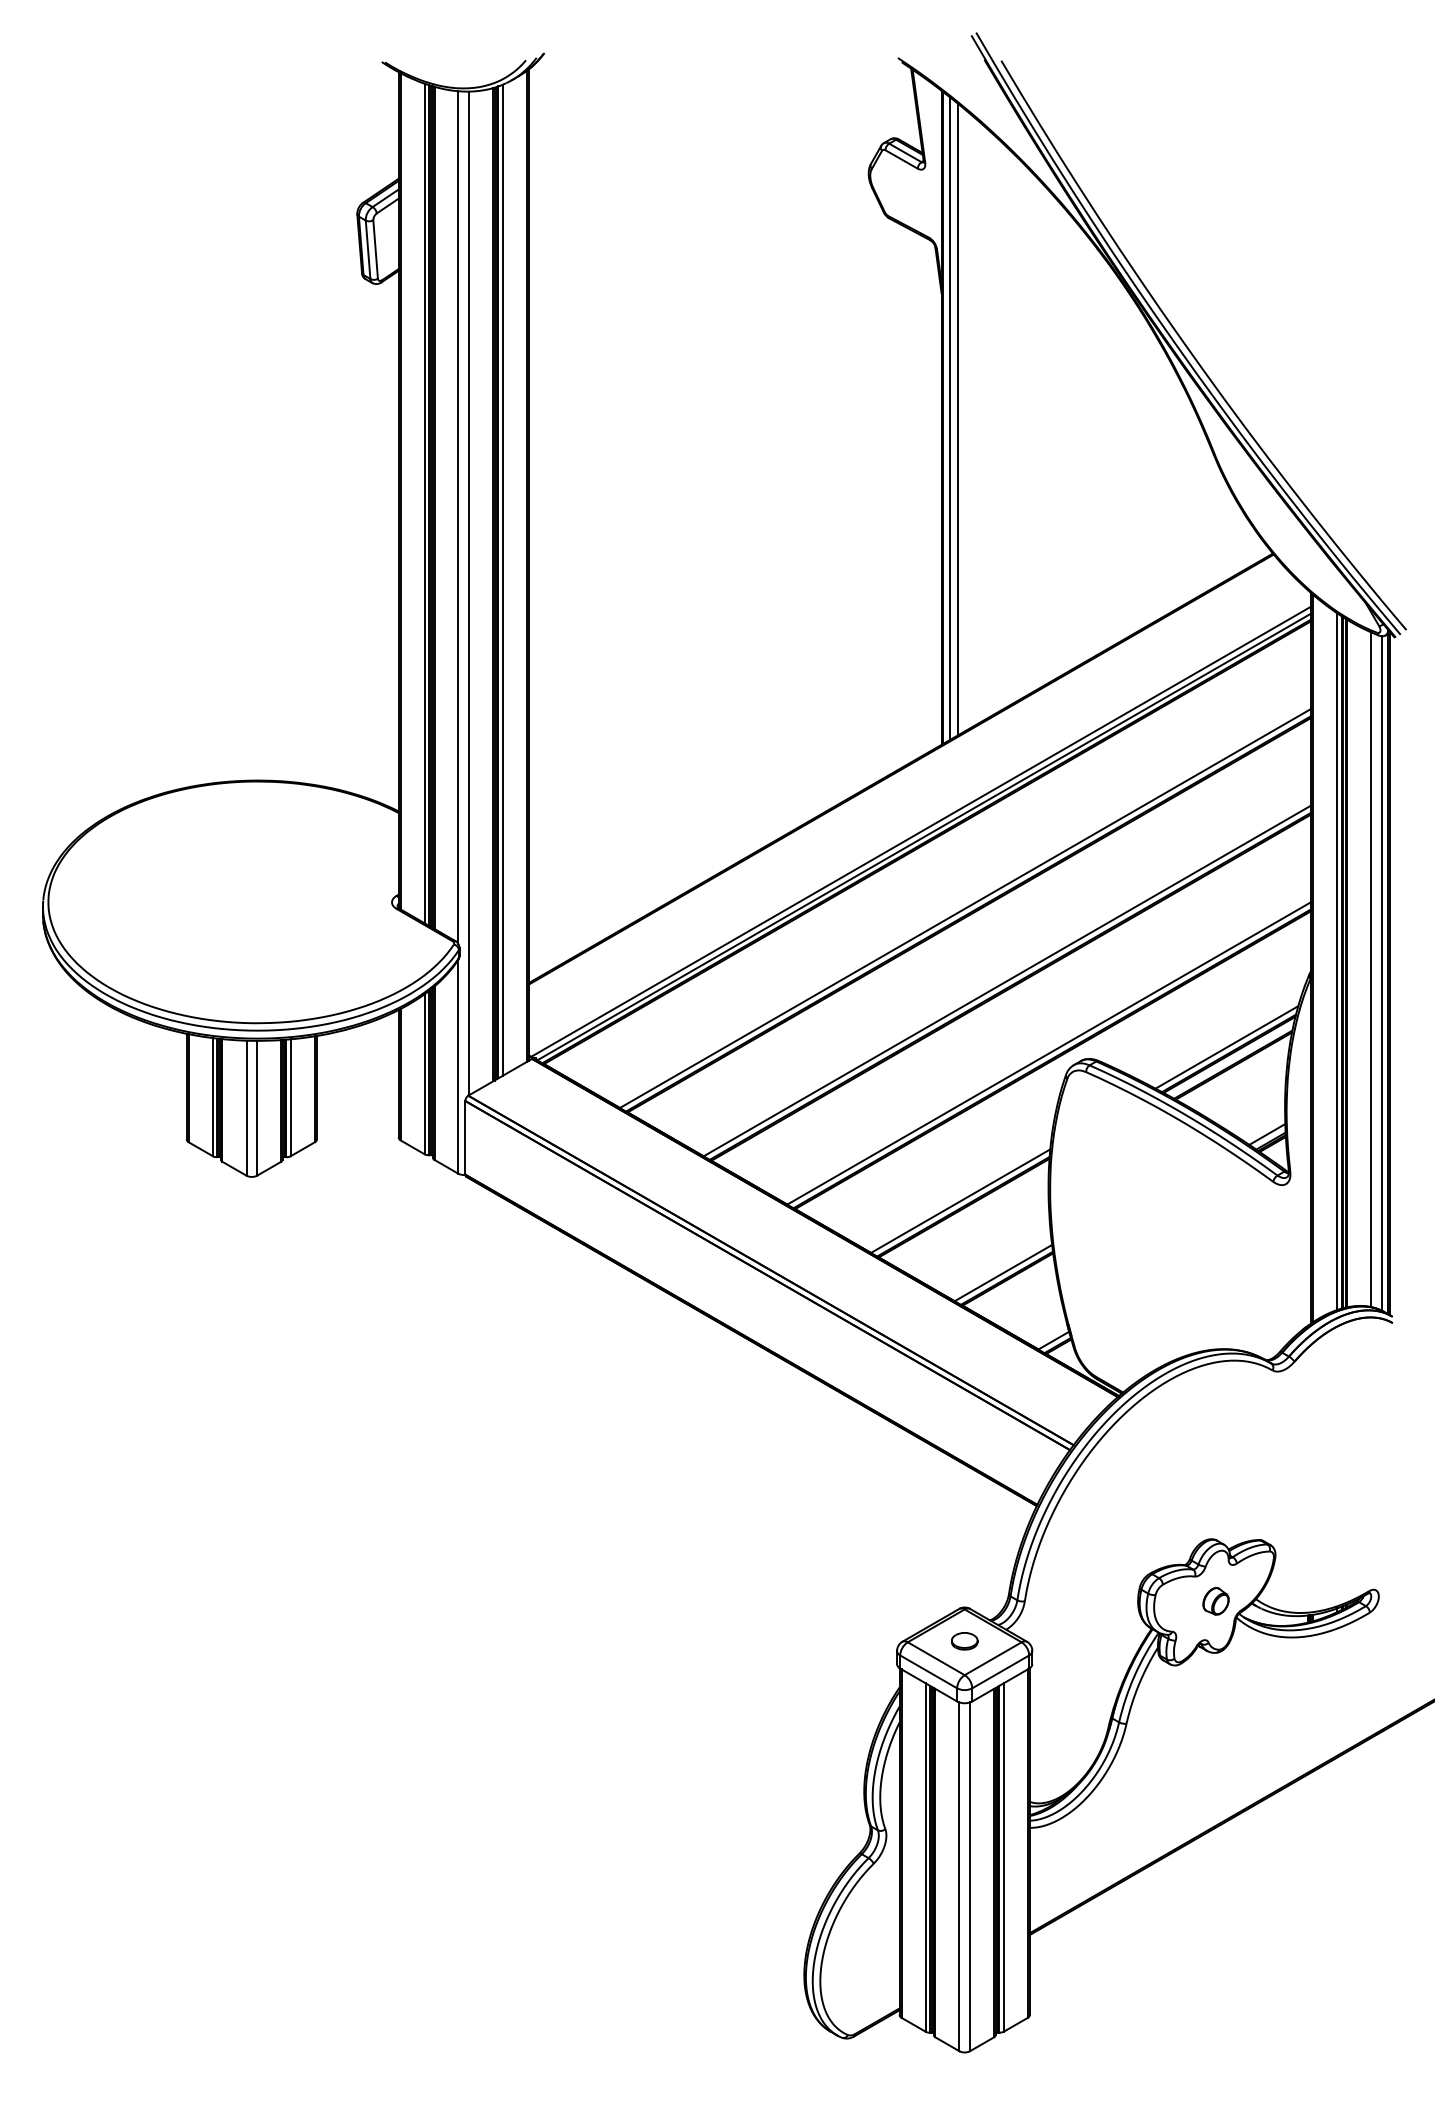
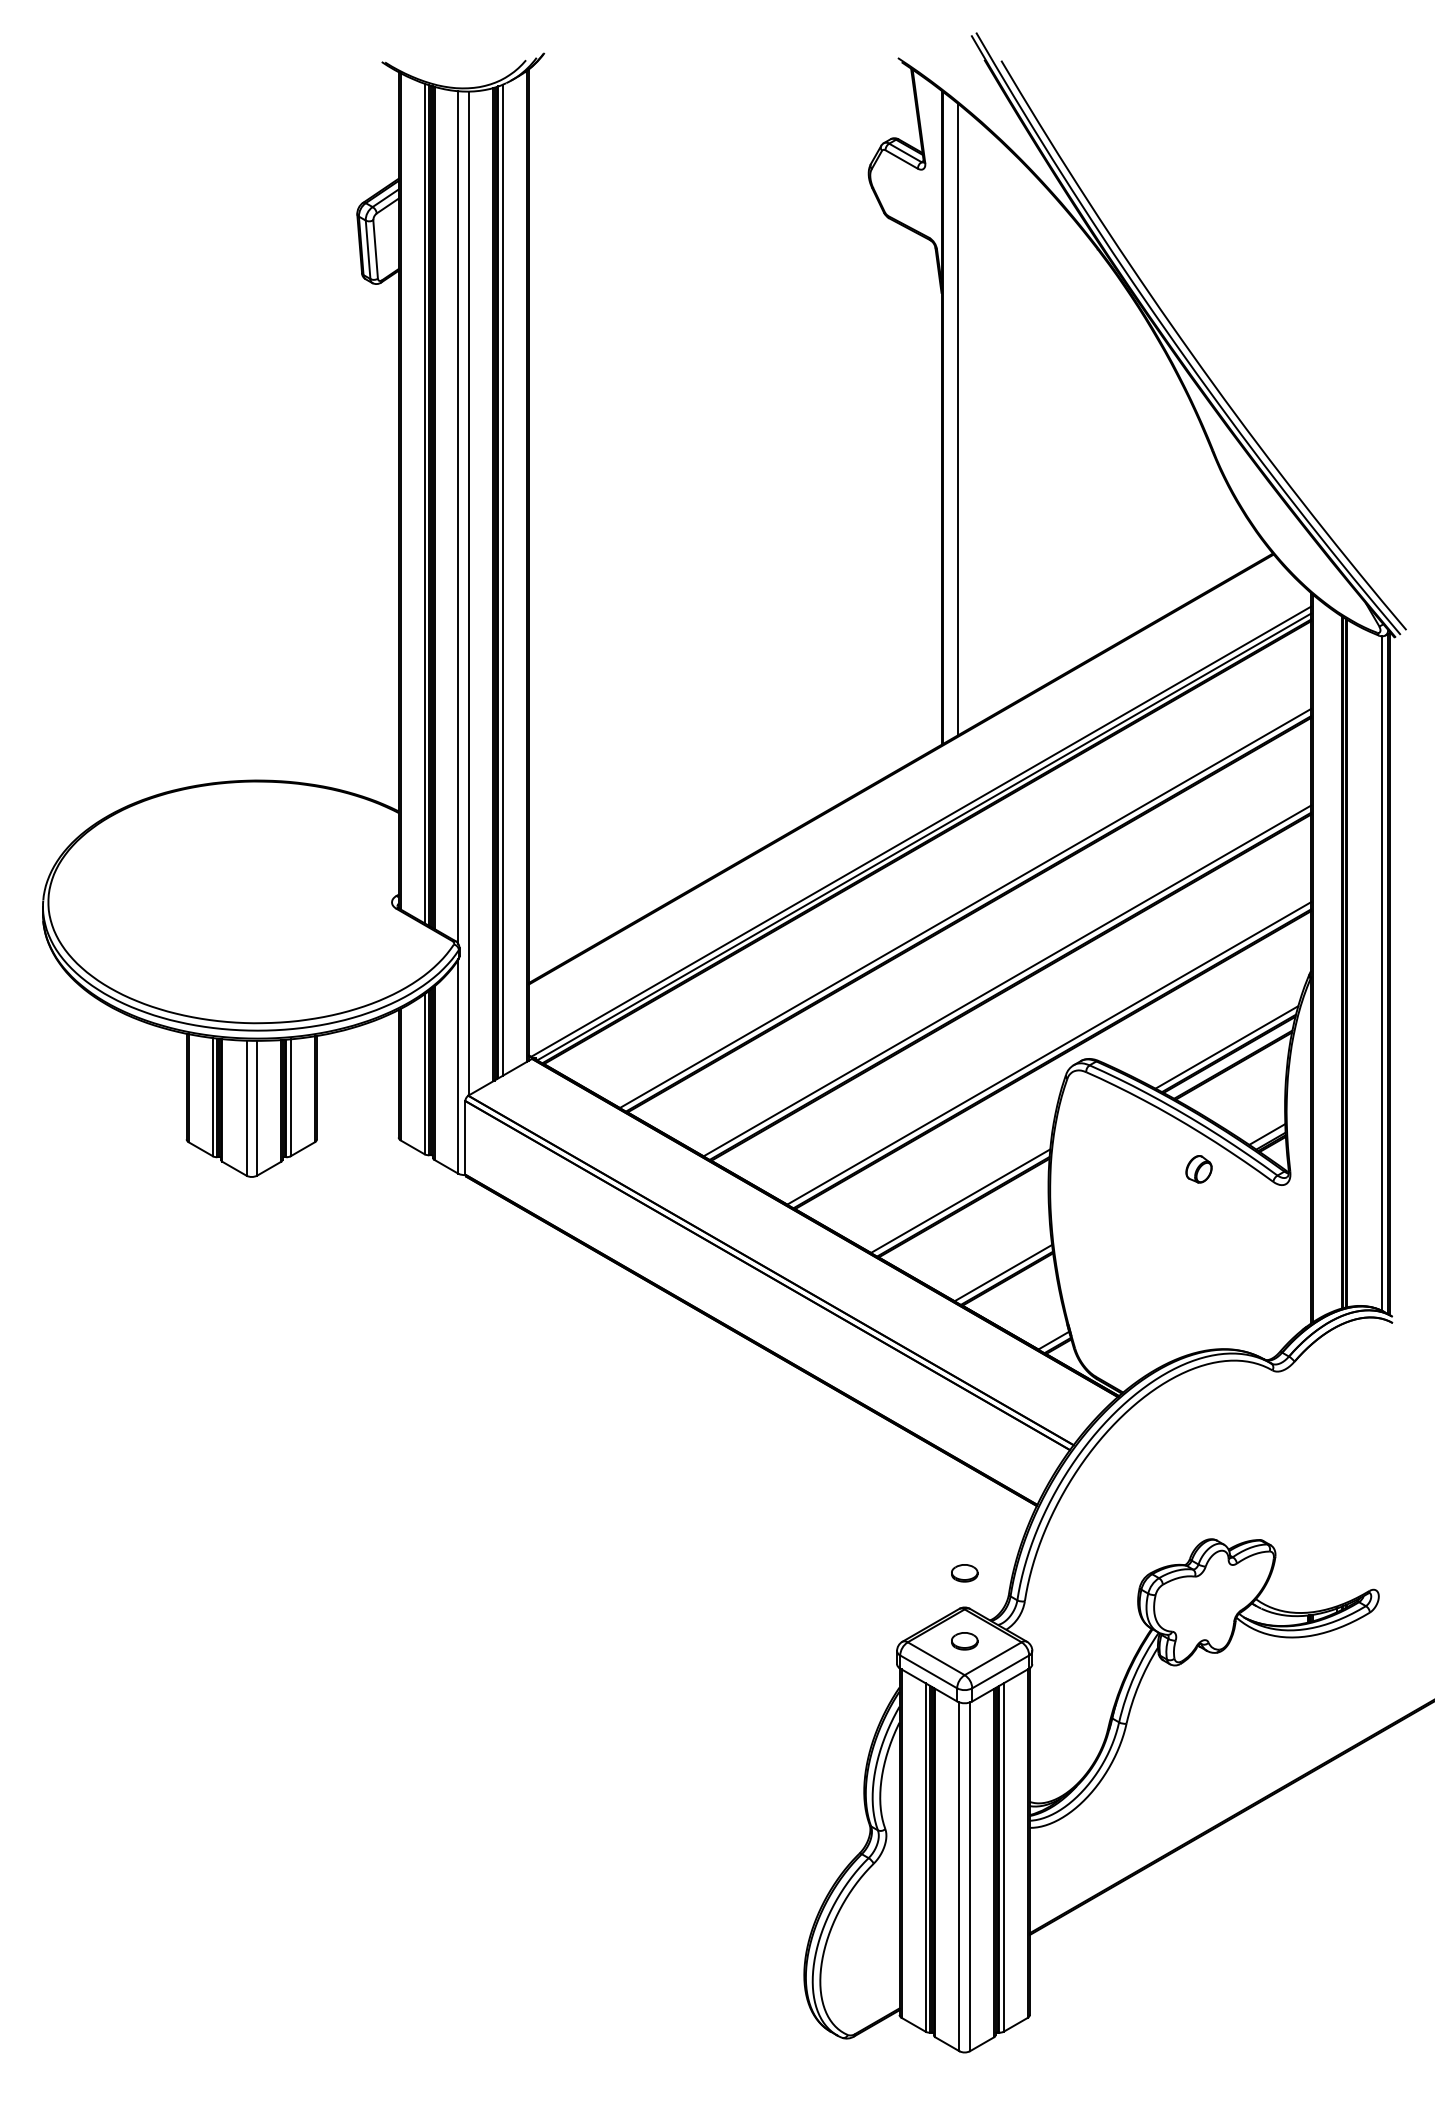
line at (949, 418): present -> none
line at (1337, 961): present -> none
line at (1371, 969): present -> none
part at (964, 1573): none -> present
part at (1215, 1601) position: (1215, 1601) -> (1198, 1169)
